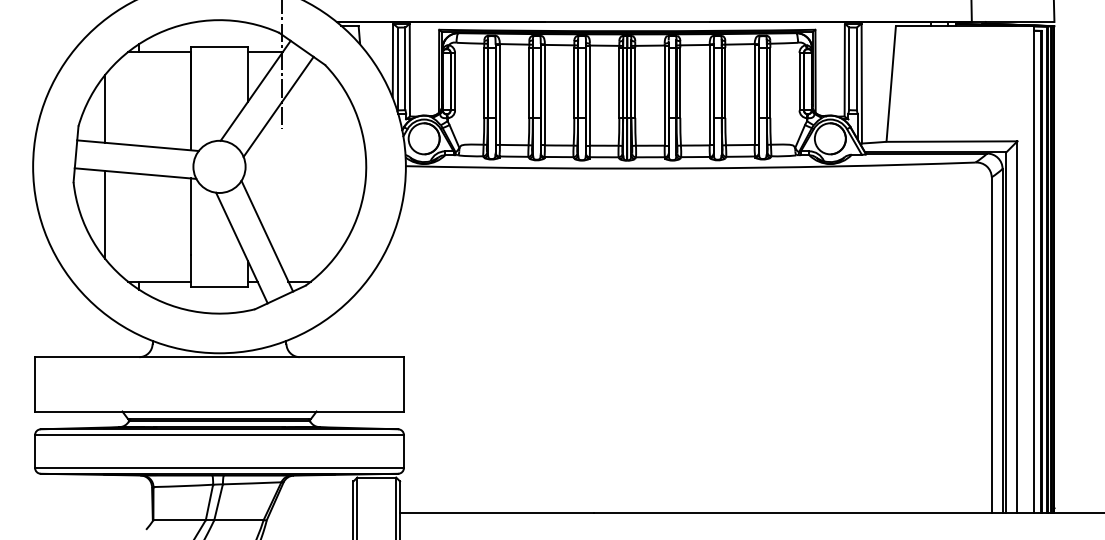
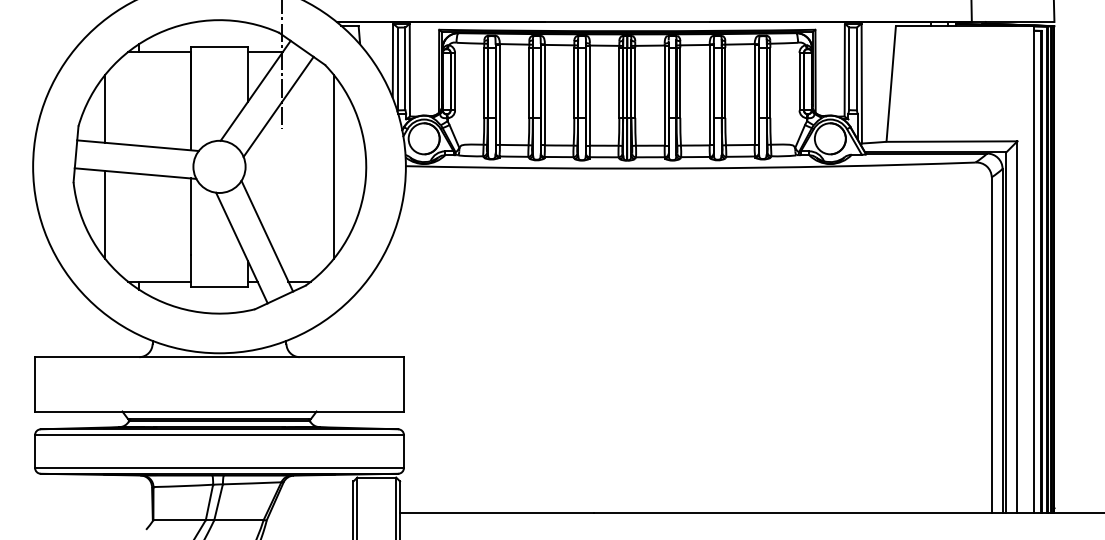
line at (334, 166): none -> present
